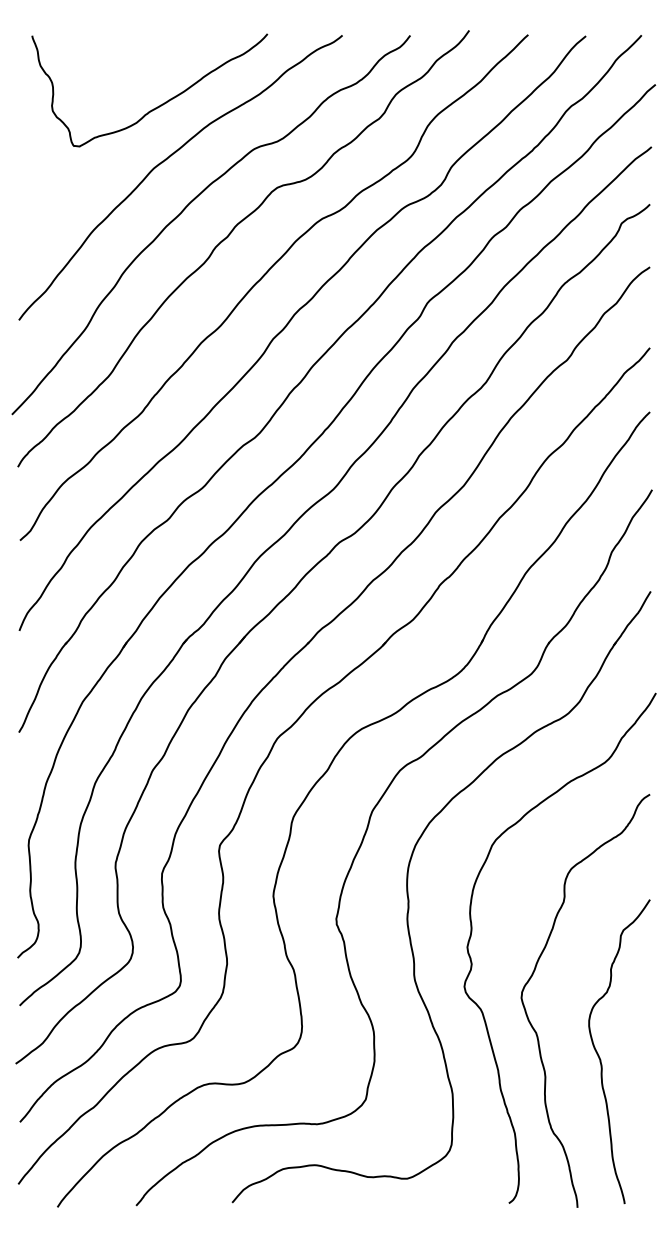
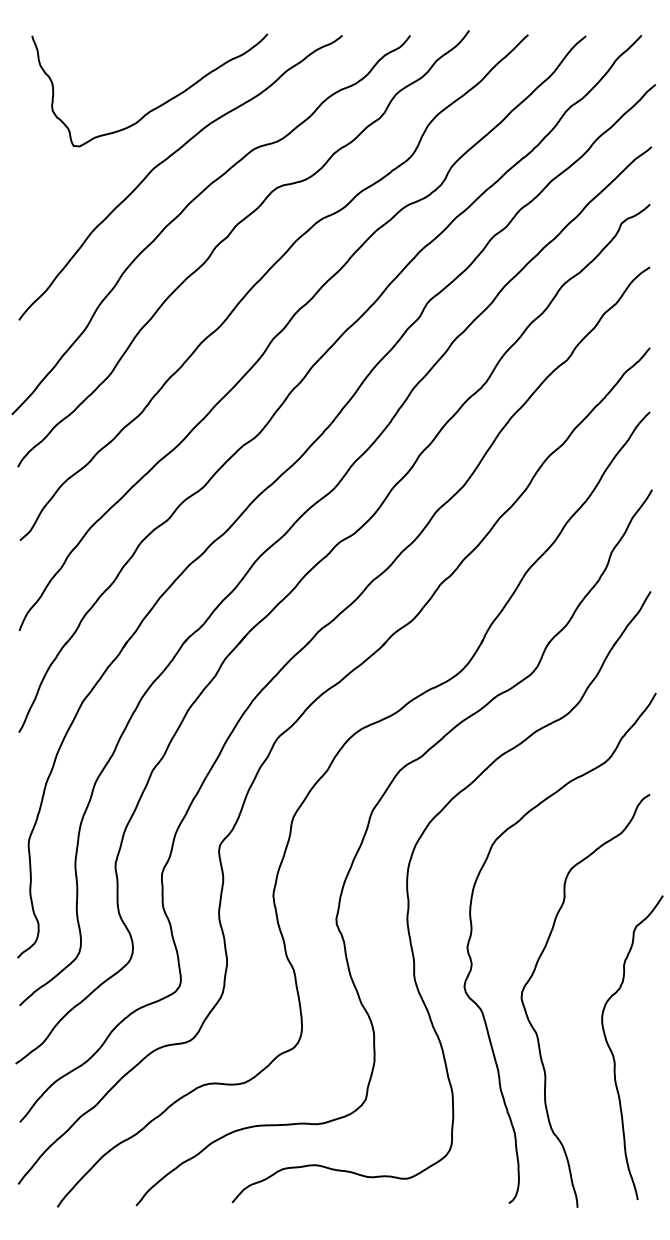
curve at (601, 1059) position: (601, 1059) -> (614, 1055)
